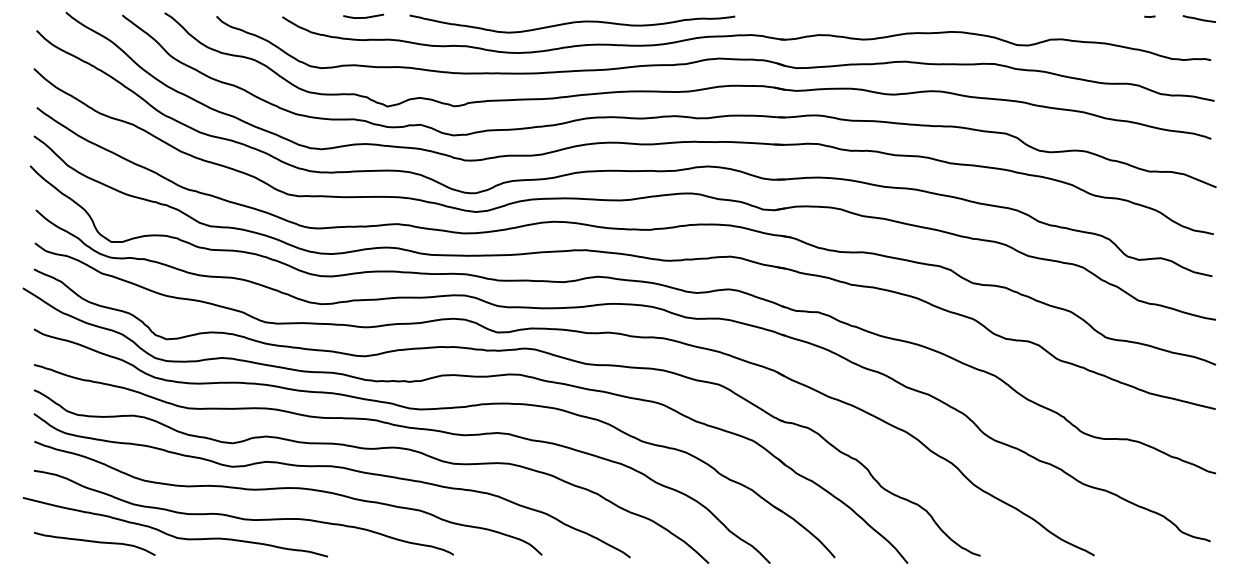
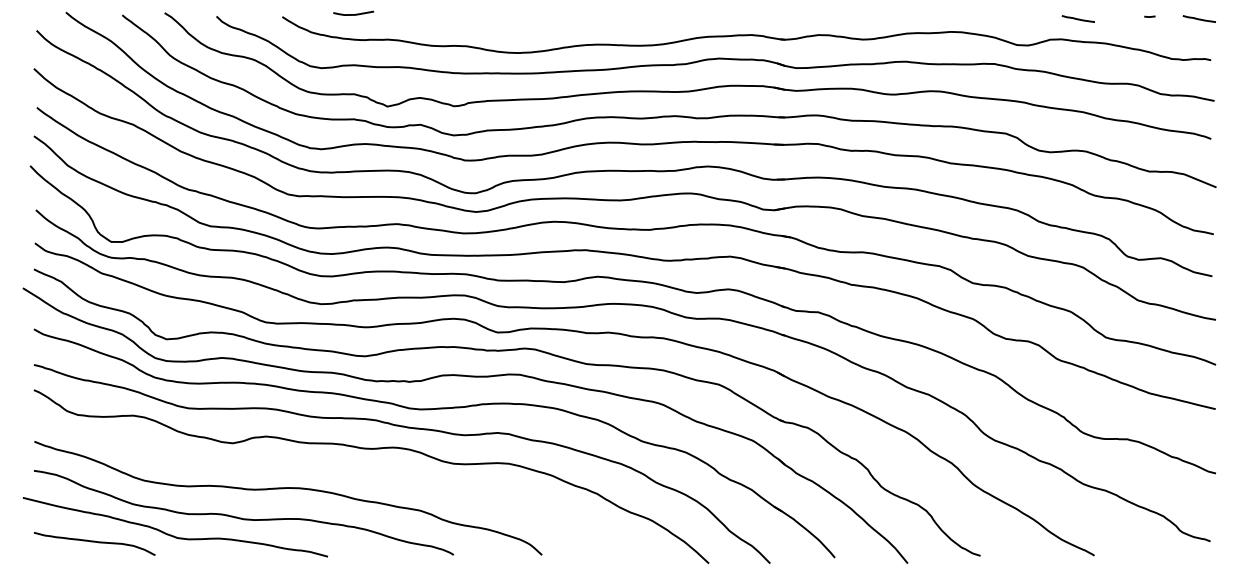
line at (363, 17) position: (363, 17) -> (353, 14)
line at (1077, 18): none -> present
curve at (572, 23): present -> none
curve at (331, 467): present -> none
